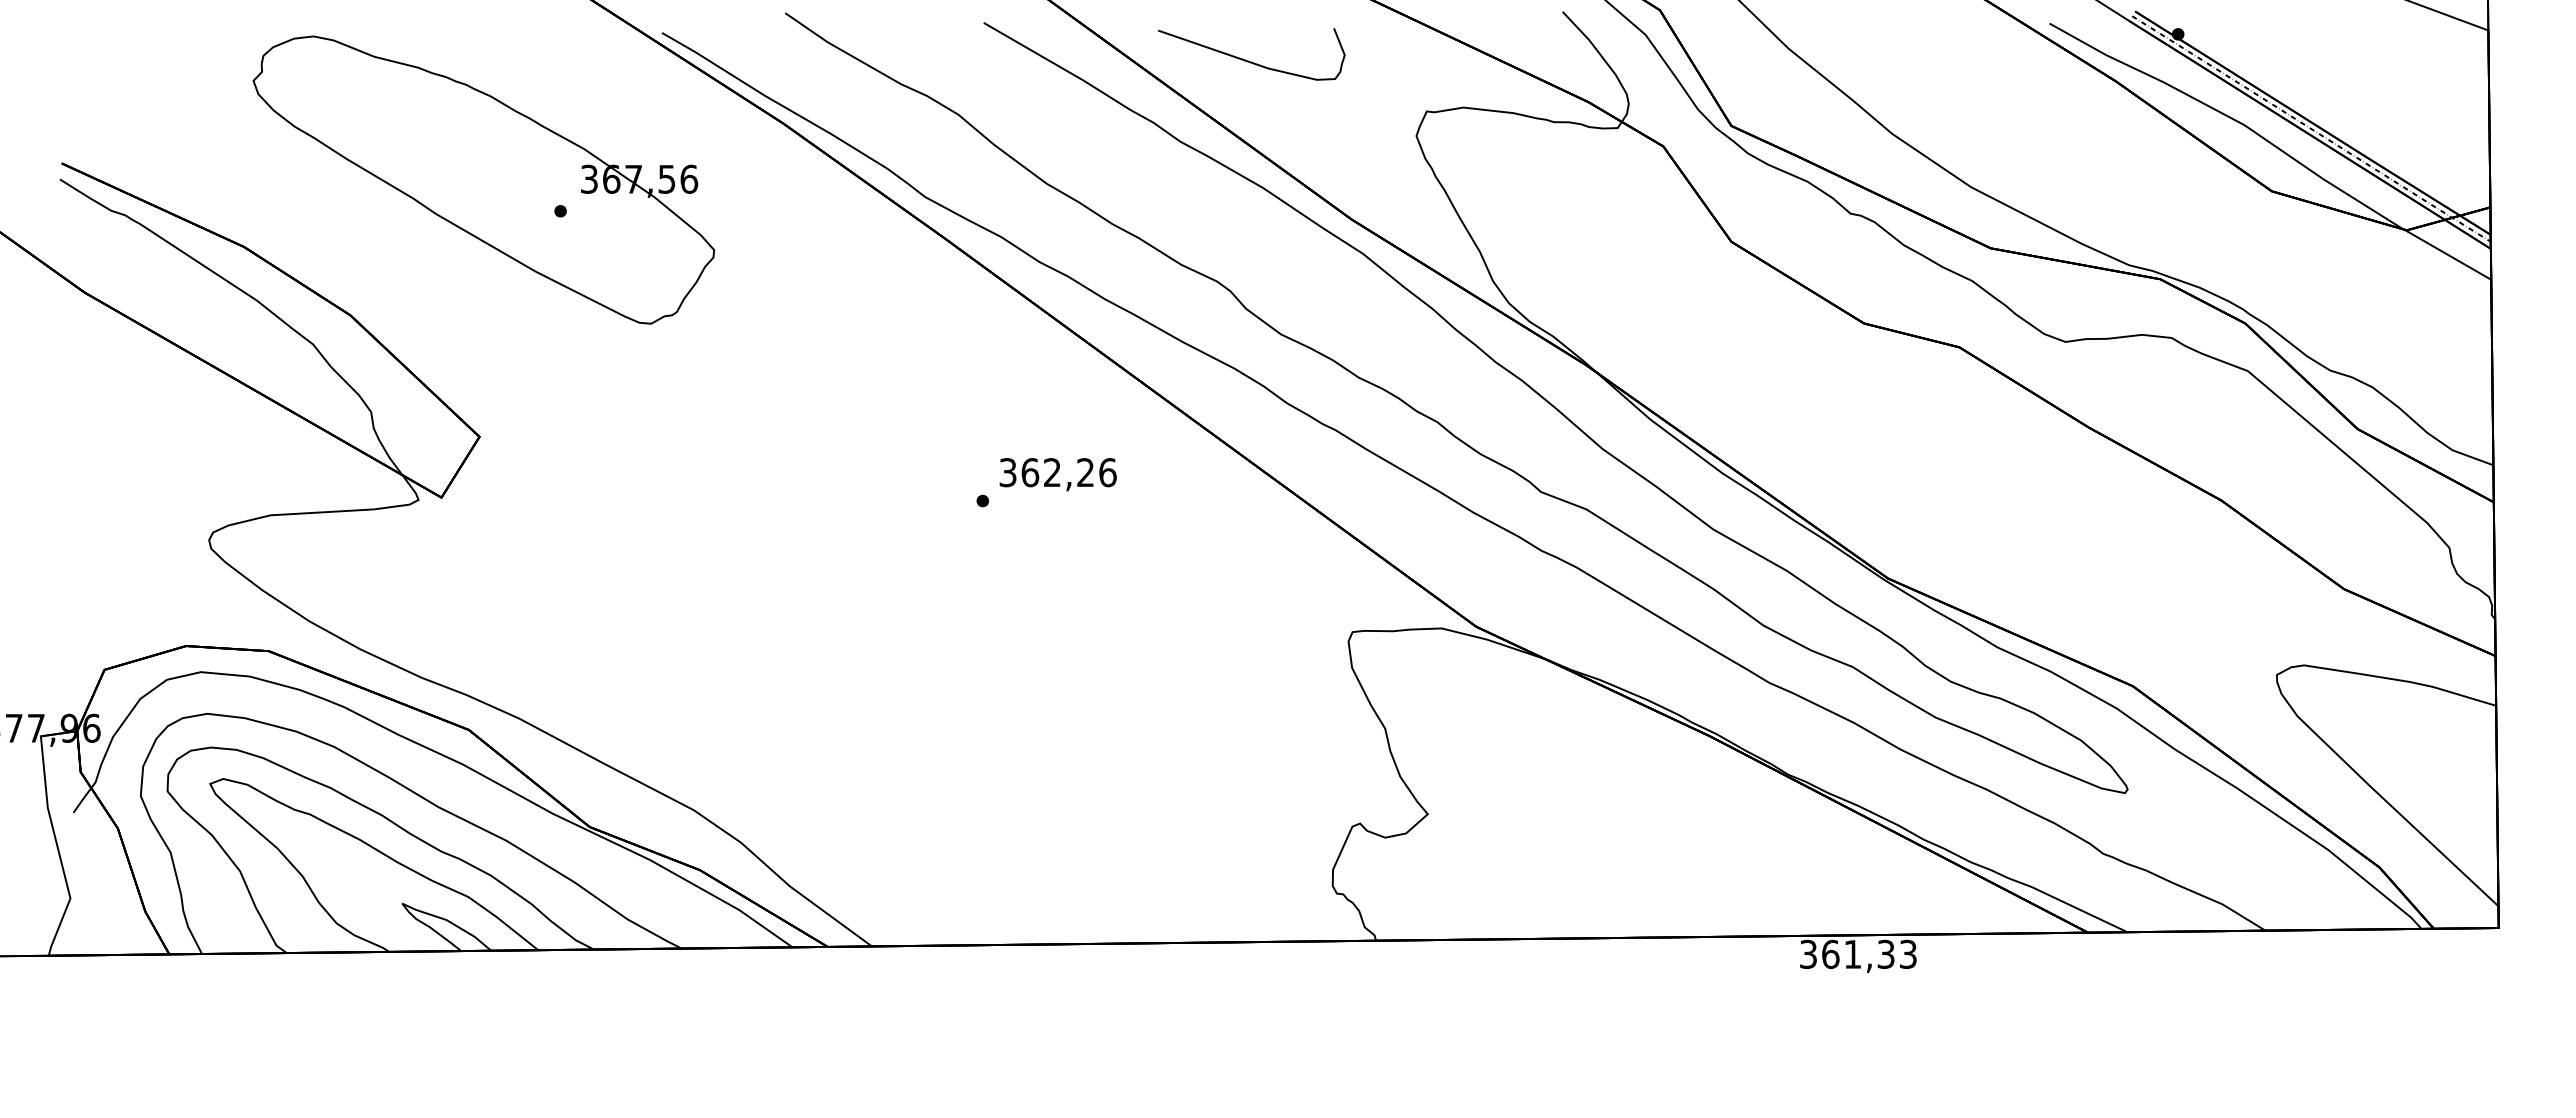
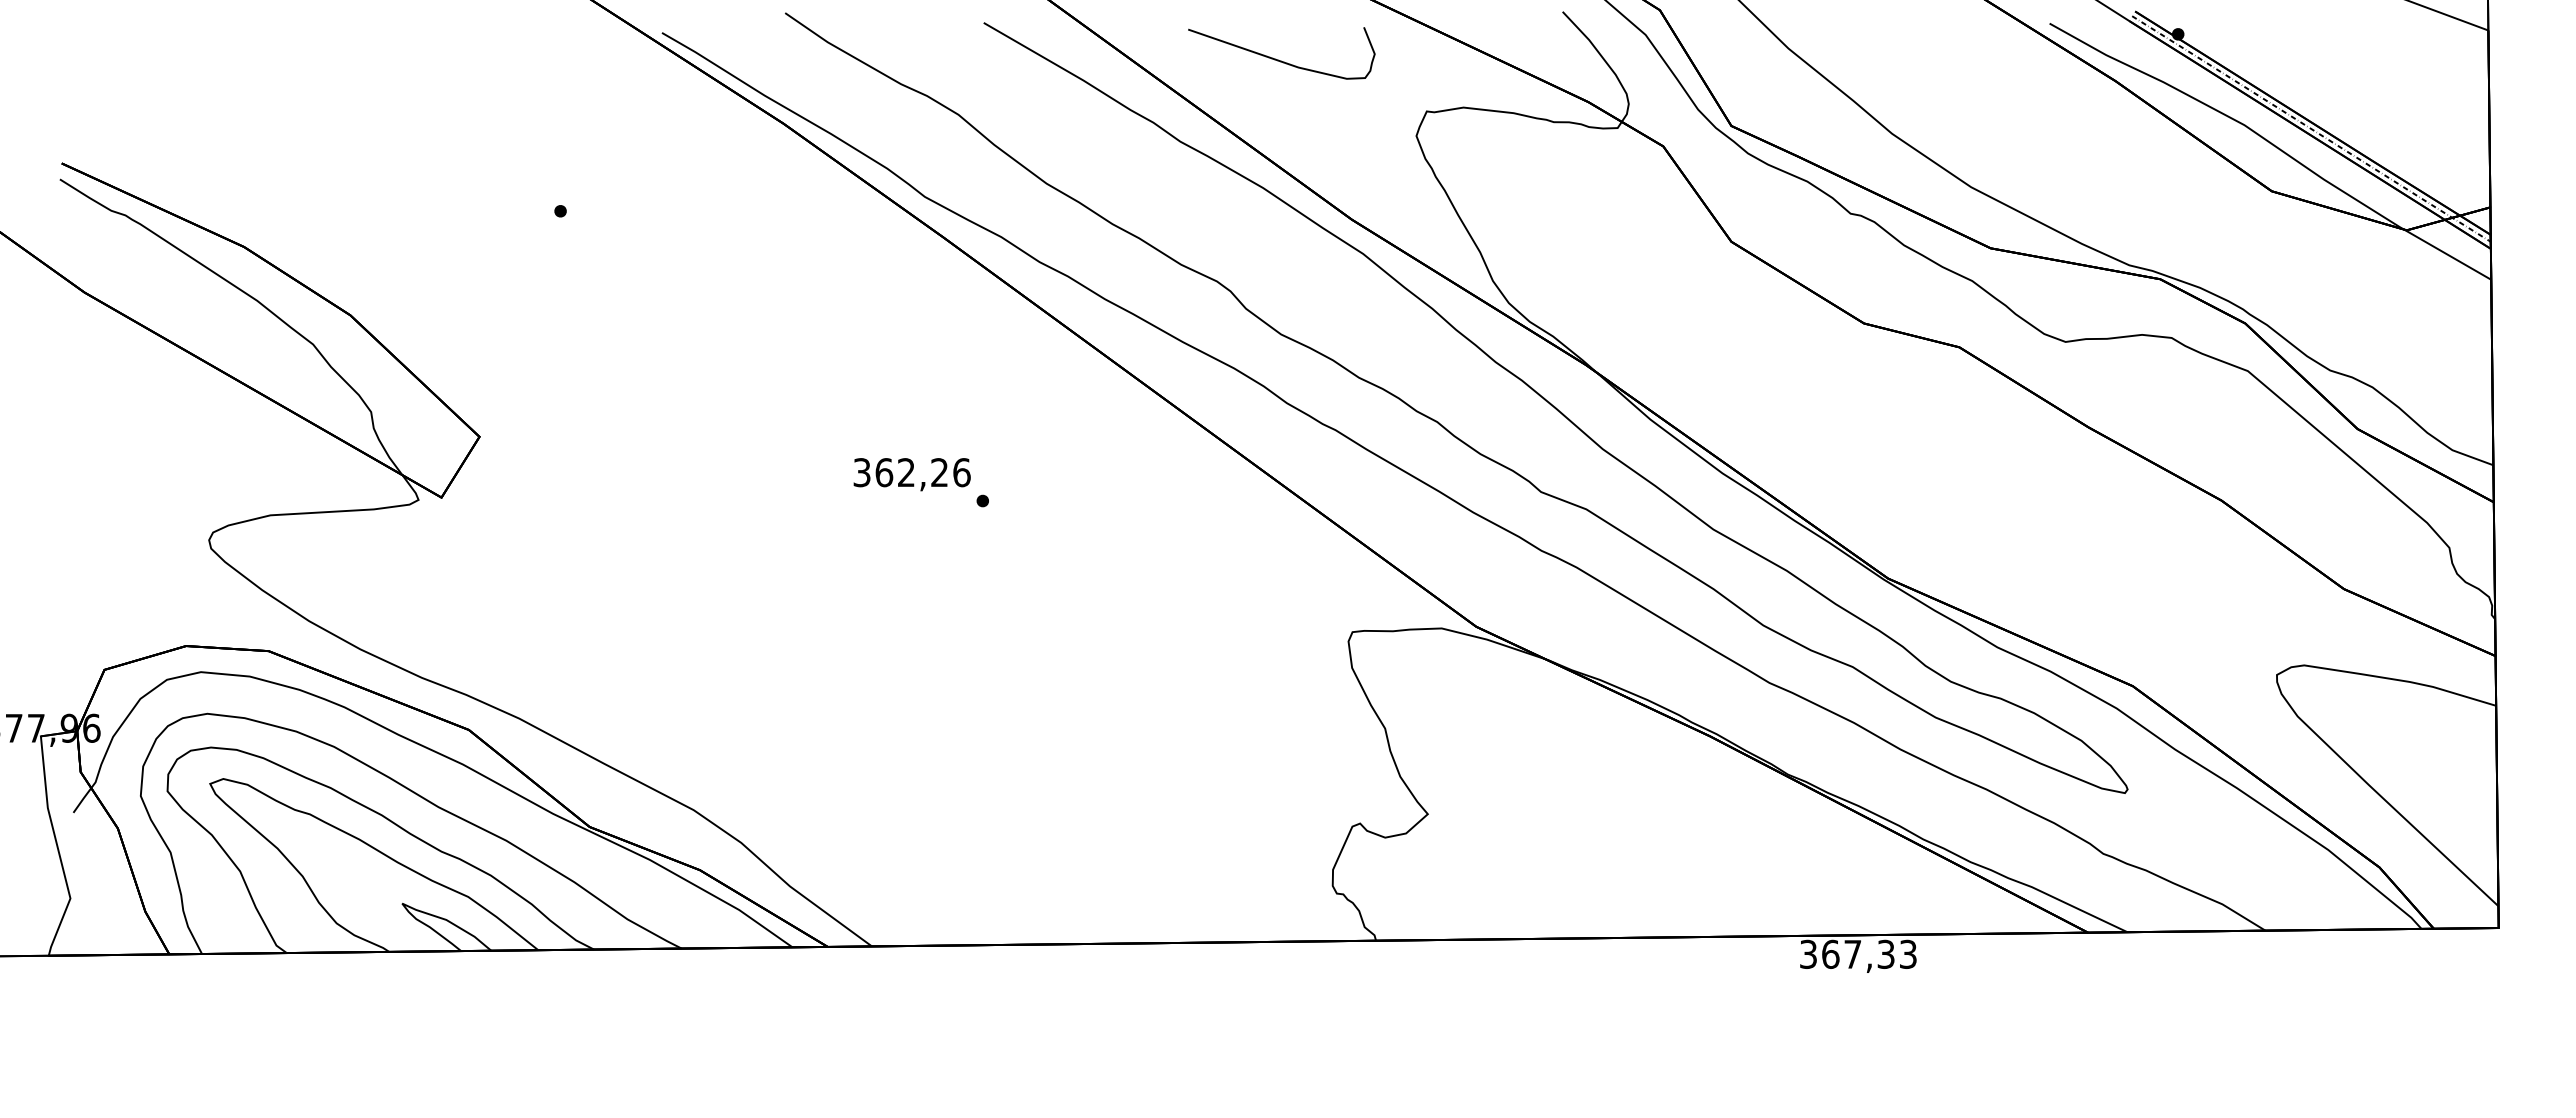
curve at (1248, 60) position: (1248, 60) -> (1278, 59)
part at (483, 179): present -> none
text at (1057, 474) position: (1057, 474) -> (911, 474)
text at (1852, 954): 361,33 -> 367,33
